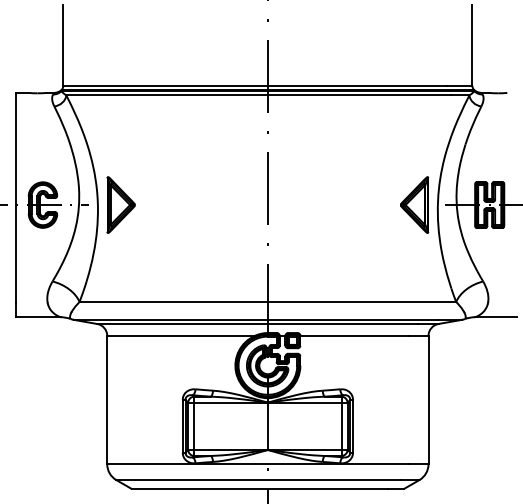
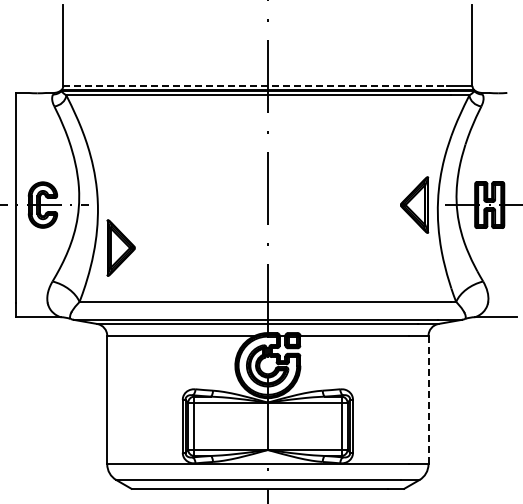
line at (255, 85): solid -> dashed
part at (120, 204) position: (120, 204) -> (120, 247)
line at (428, 400): solid -> dashed
